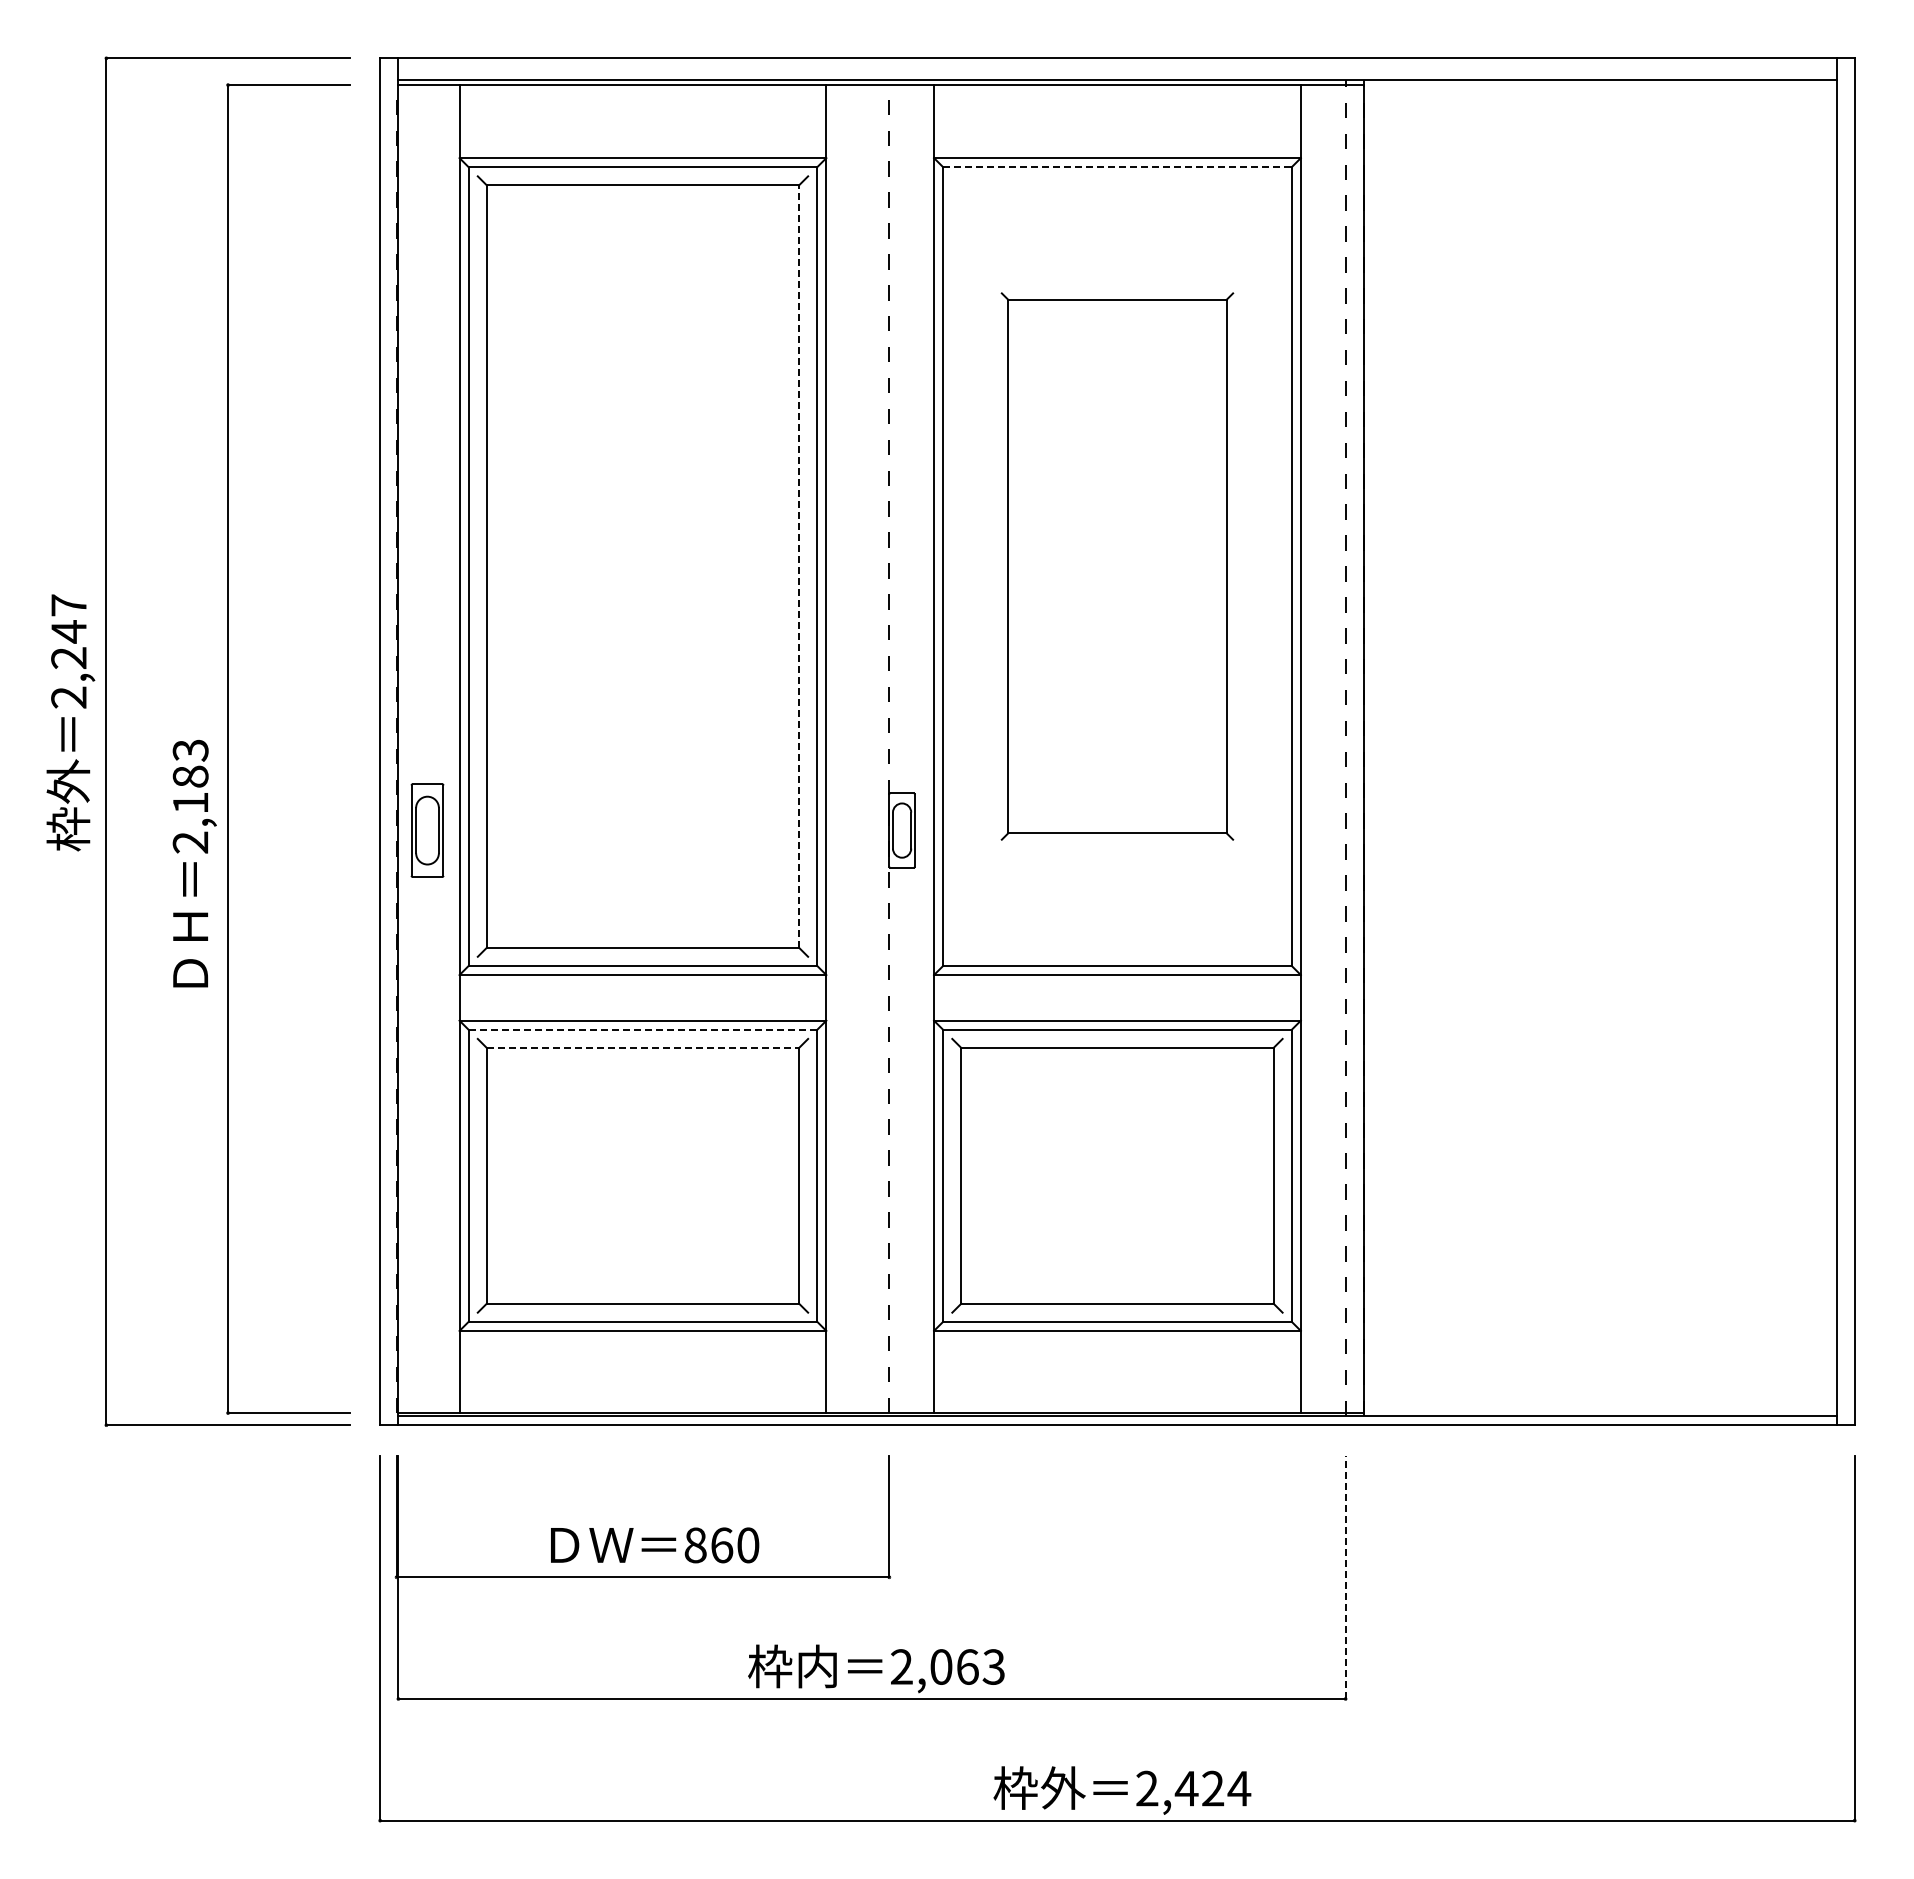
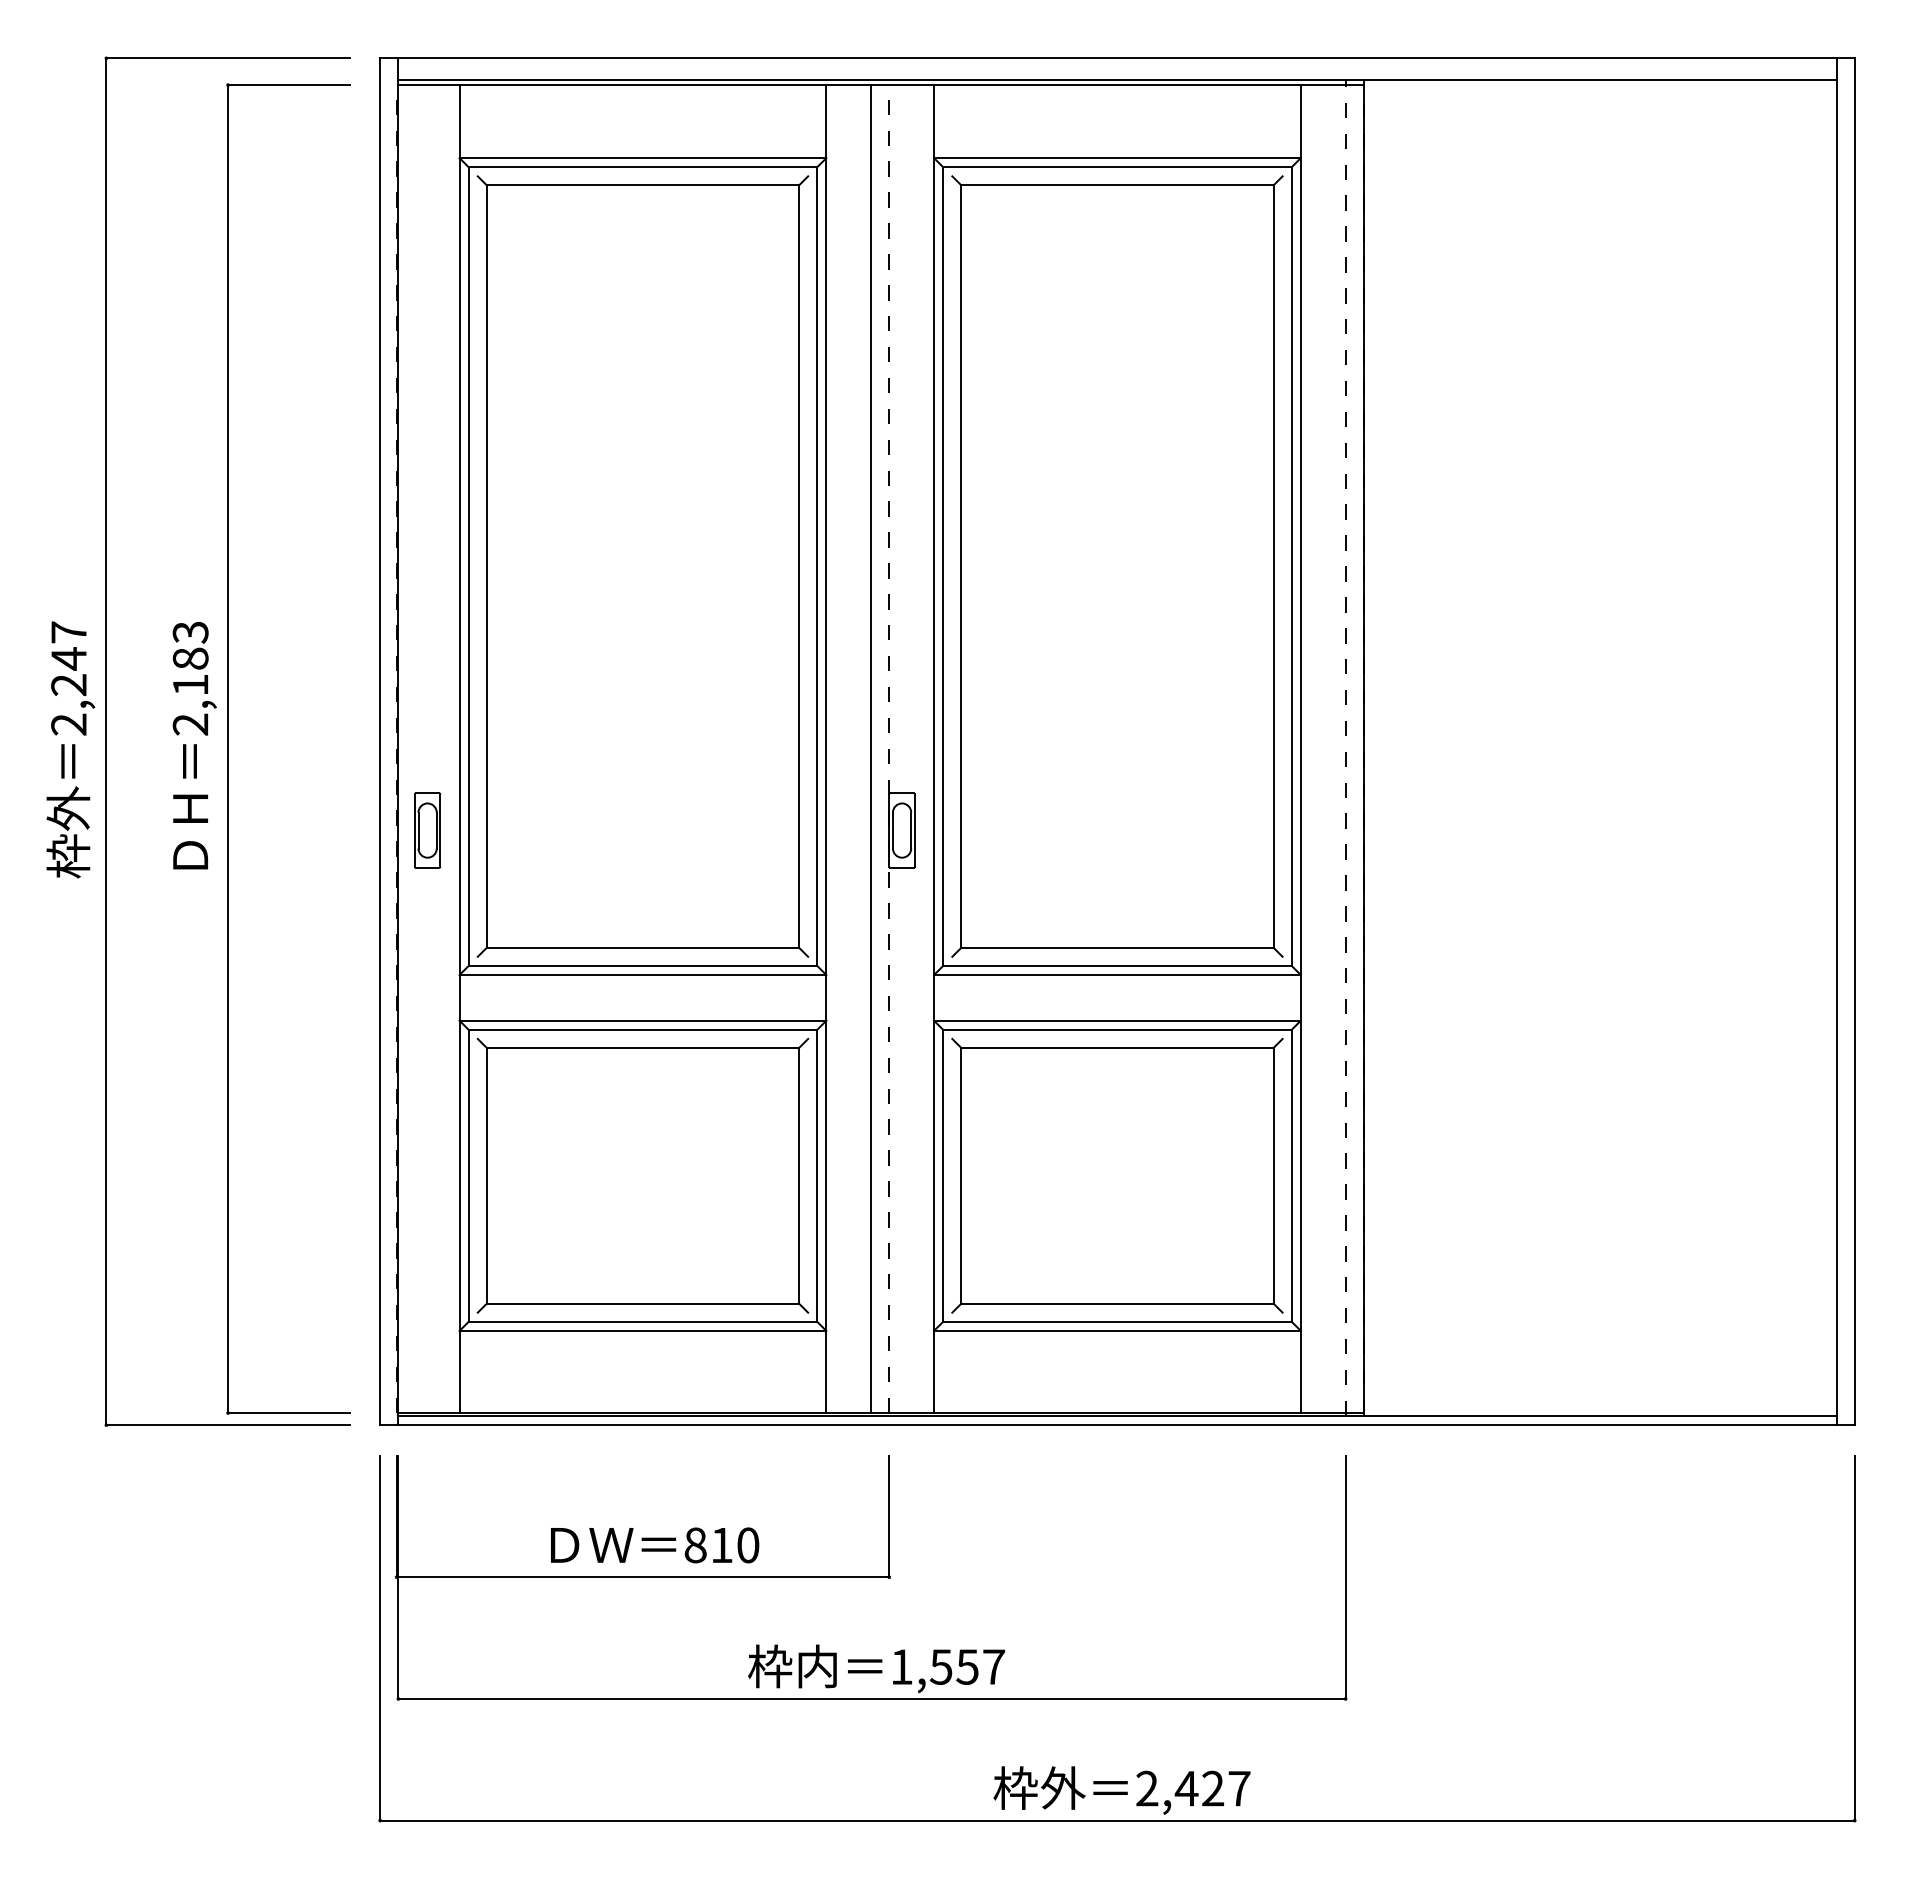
line at (1117, 167): dashed -> solid
line at (799, 566): dashed -> solid
part at (1117, 566) size: 235x549 px -> 333x783 px
text at (70, 722) position: (70, 722) -> (70, 749)
line at (871, 749): none -> present
part at (427, 830) size: 35x95 px -> 28x77 px
text at (194, 863) position: (194, 863) -> (194, 745)
line at (643, 1029): dashed -> solid
line at (643, 1048): dashed -> solid
text at (722, 1545): 860 -> 810
line at (1345, 1577): dashed -> solid
text at (948, 1666): 2,063 -> 1,557
text at (1239, 1788): 2,424 -> 2,427
